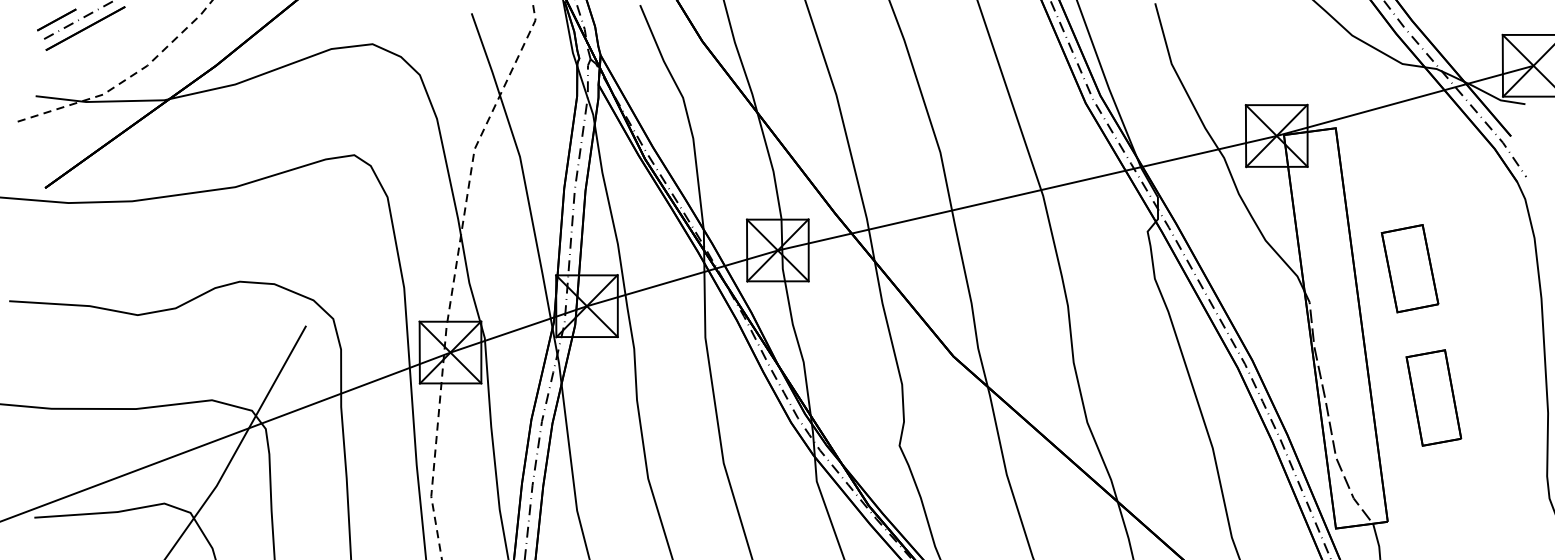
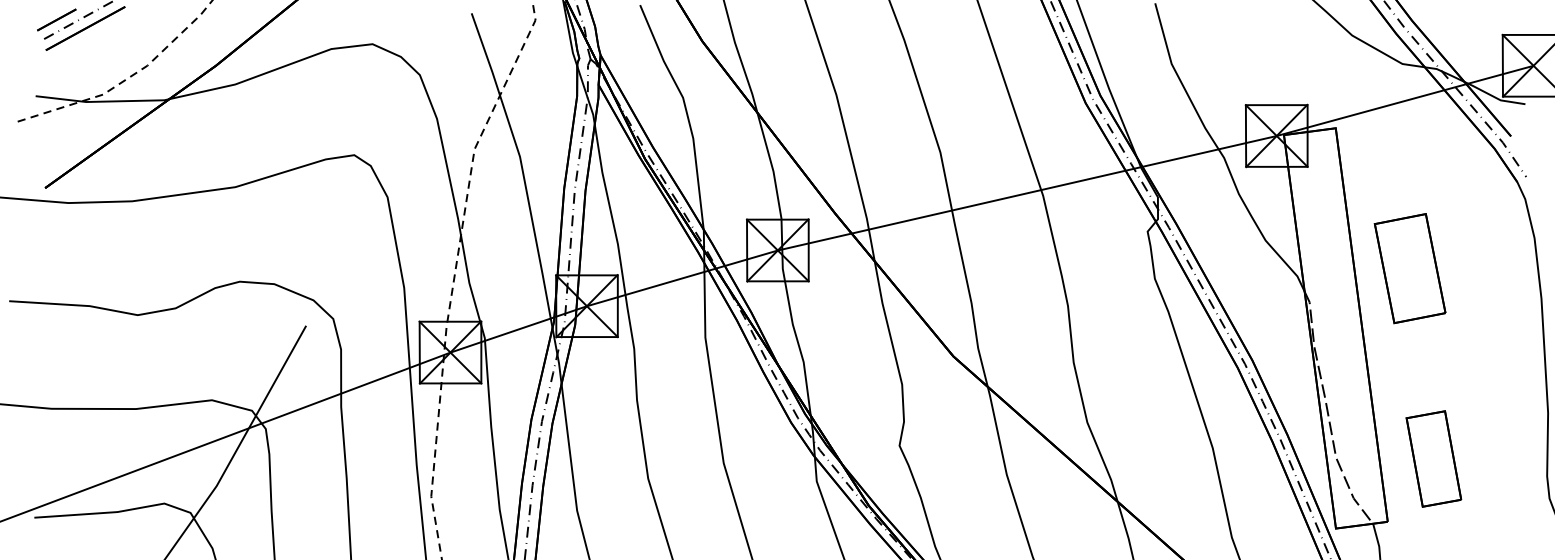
part at (1409, 268) size: 60x90 px -> 74x112 px
part at (1433, 397) position: (1433, 397) -> (1433, 458)
